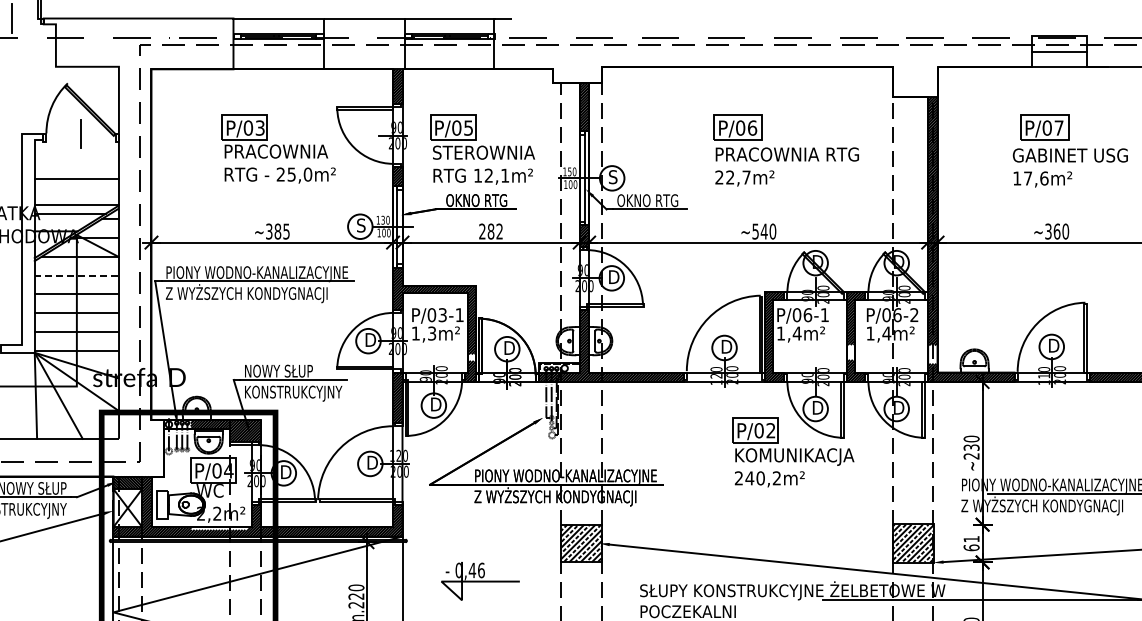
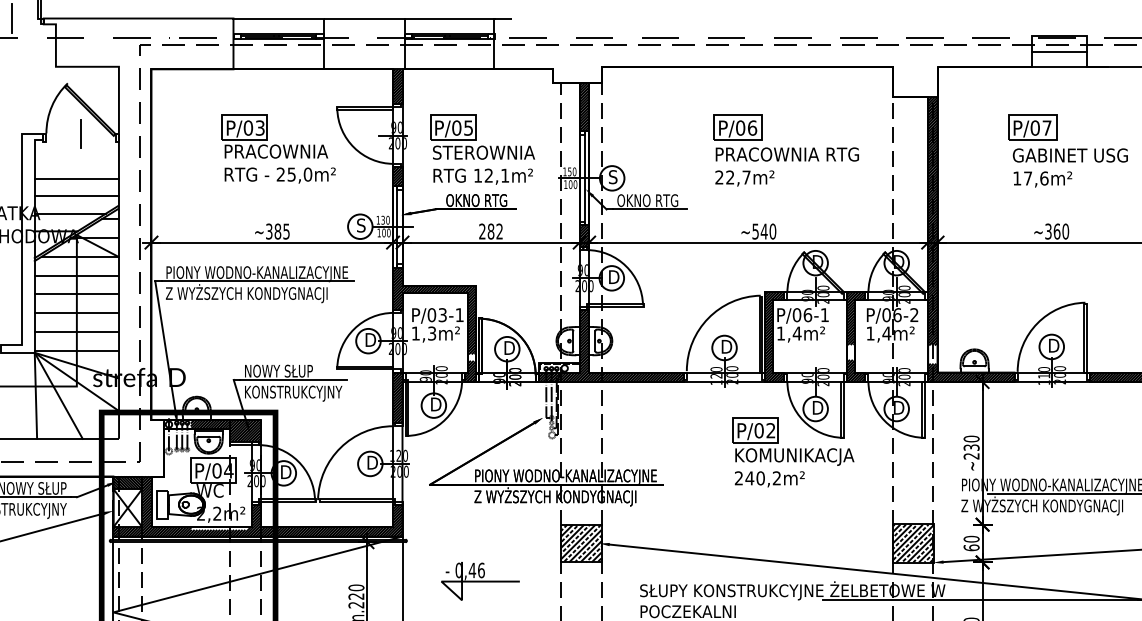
part at (1044, 127) position: (1044, 127) -> (1032, 127)
line at (76, 205) position: (76, 205) -> (76, 196)
line at (76, 275): dashed -> solid
text at (971, 538): 61 -> 60
